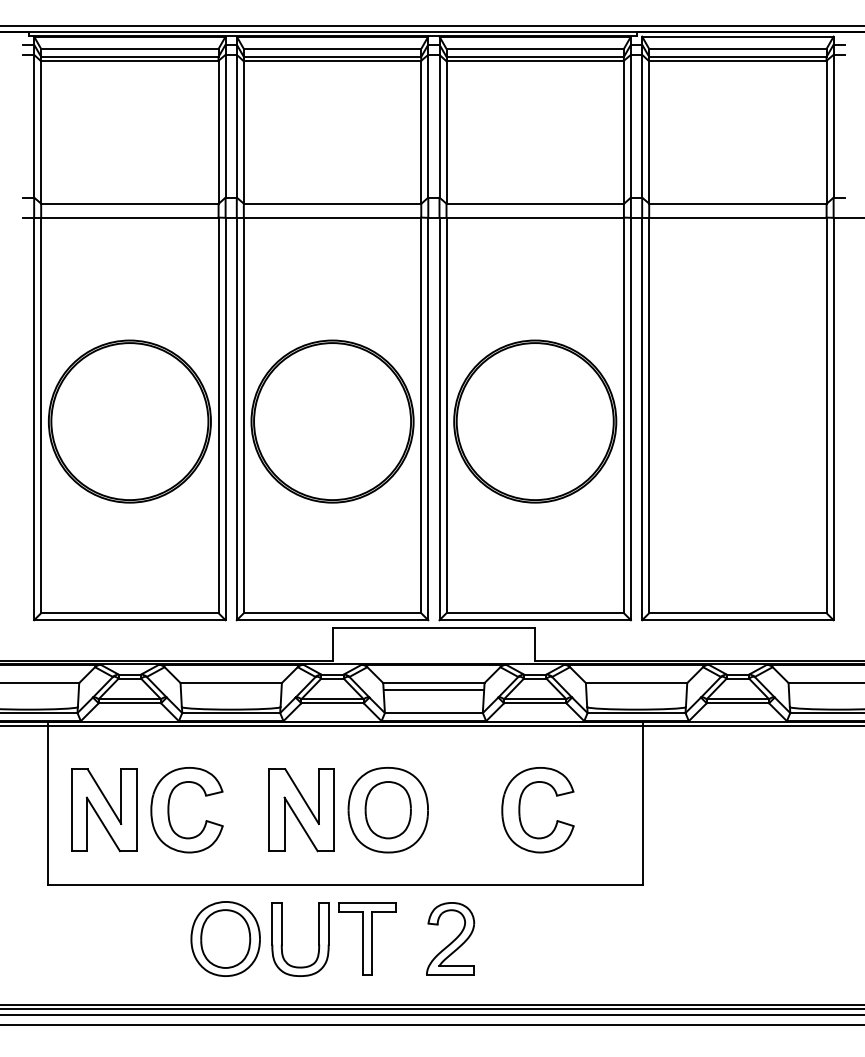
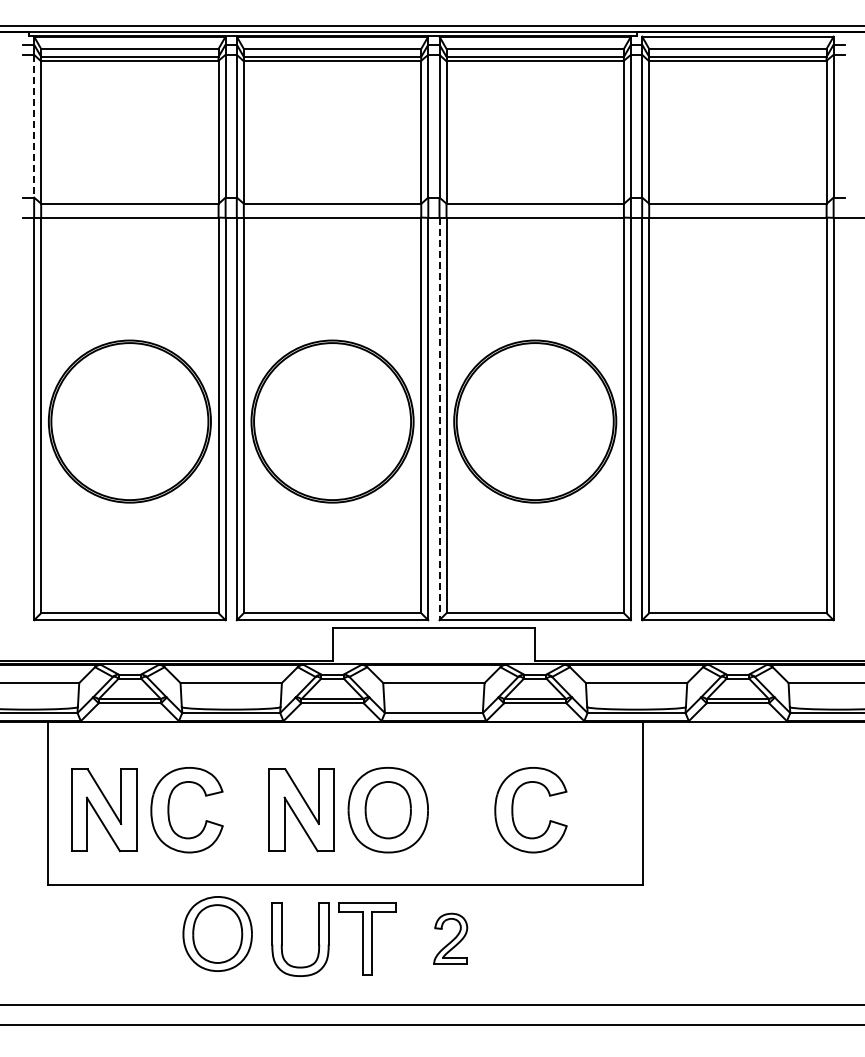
line at (34, 126): solid -> dashed
line at (439, 419): solid -> dashed
line at (433, 690): present -> none
line at (431, 725): present -> none
part at (520, 810) position: (520, 810) -> (513, 810)
part at (225, 938) position: (225, 938) -> (217, 933)
part at (450, 938) size: 50x74 px -> 36x53 px
line at (431, 1009): present -> none
line at (431, 1015): present -> none
